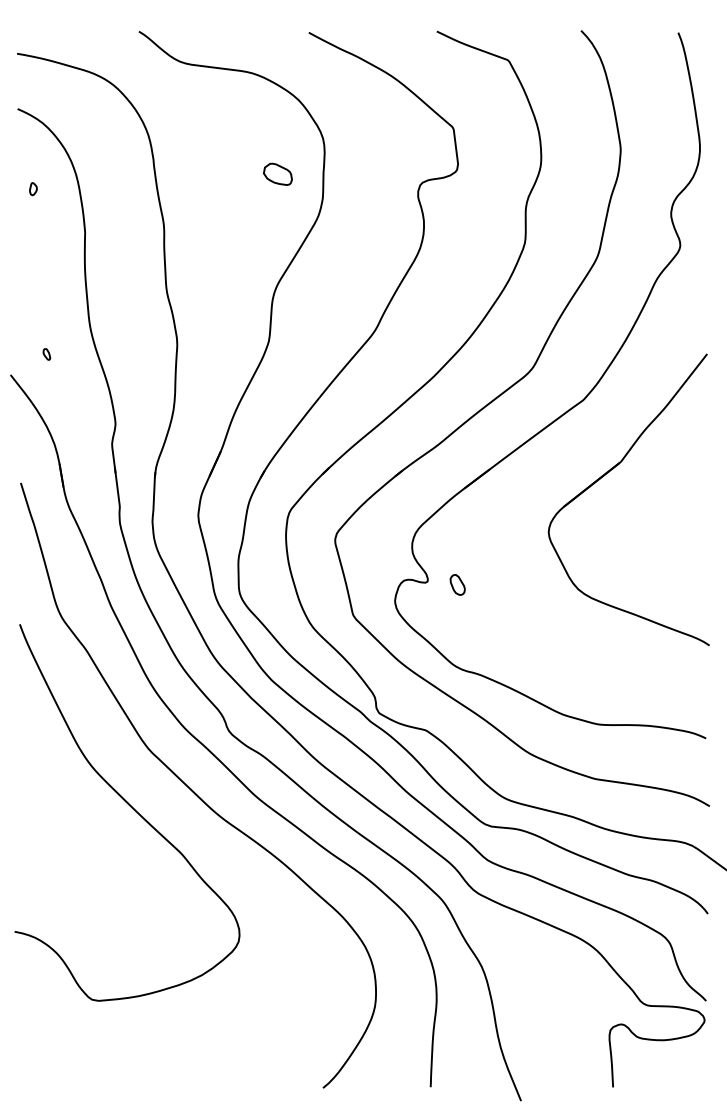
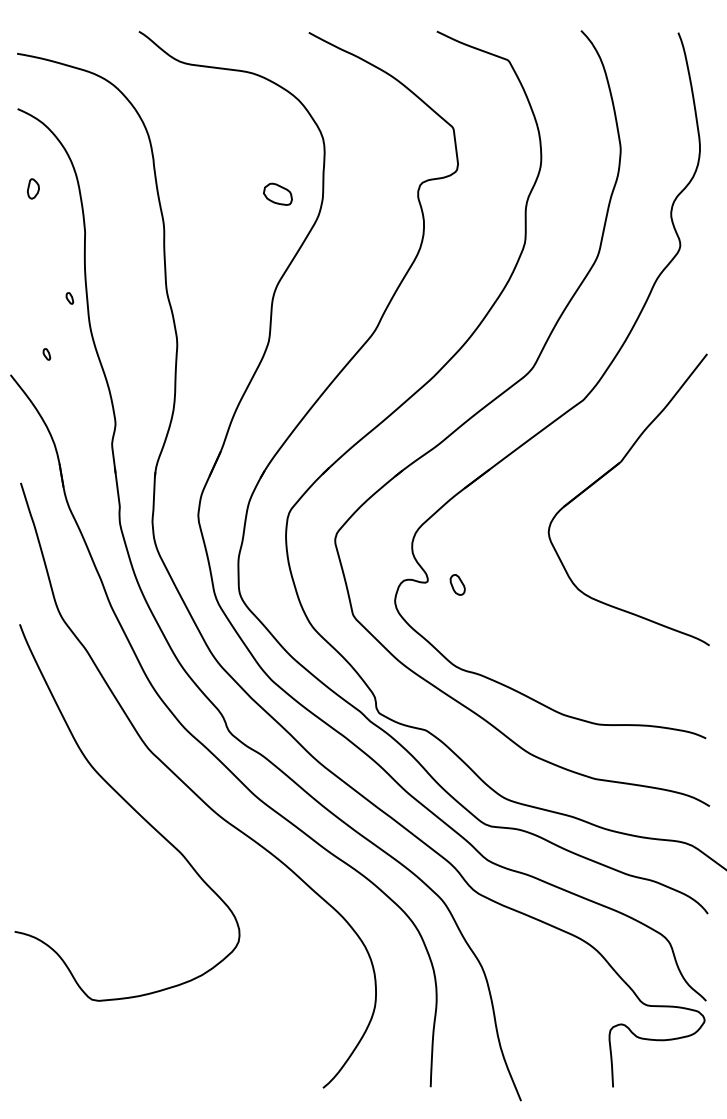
part at (277, 173) position: (277, 173) -> (277, 193)
part at (33, 189) size: 9x15 px -> 13x22 px
part at (69, 298): none -> present
